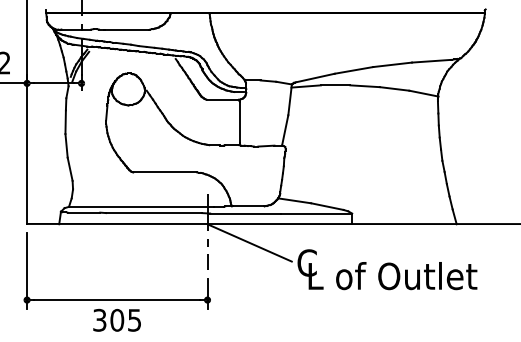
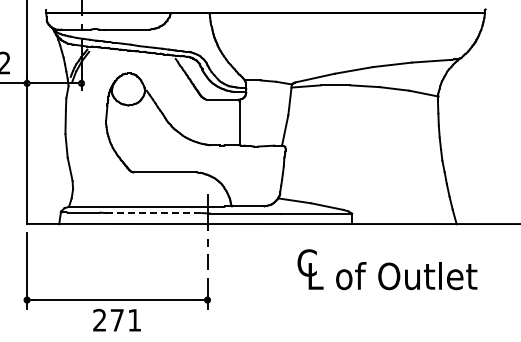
line at (154, 213): solid -> dashed
line at (249, 242): present -> none
text at (116, 319): 305 -> 271
